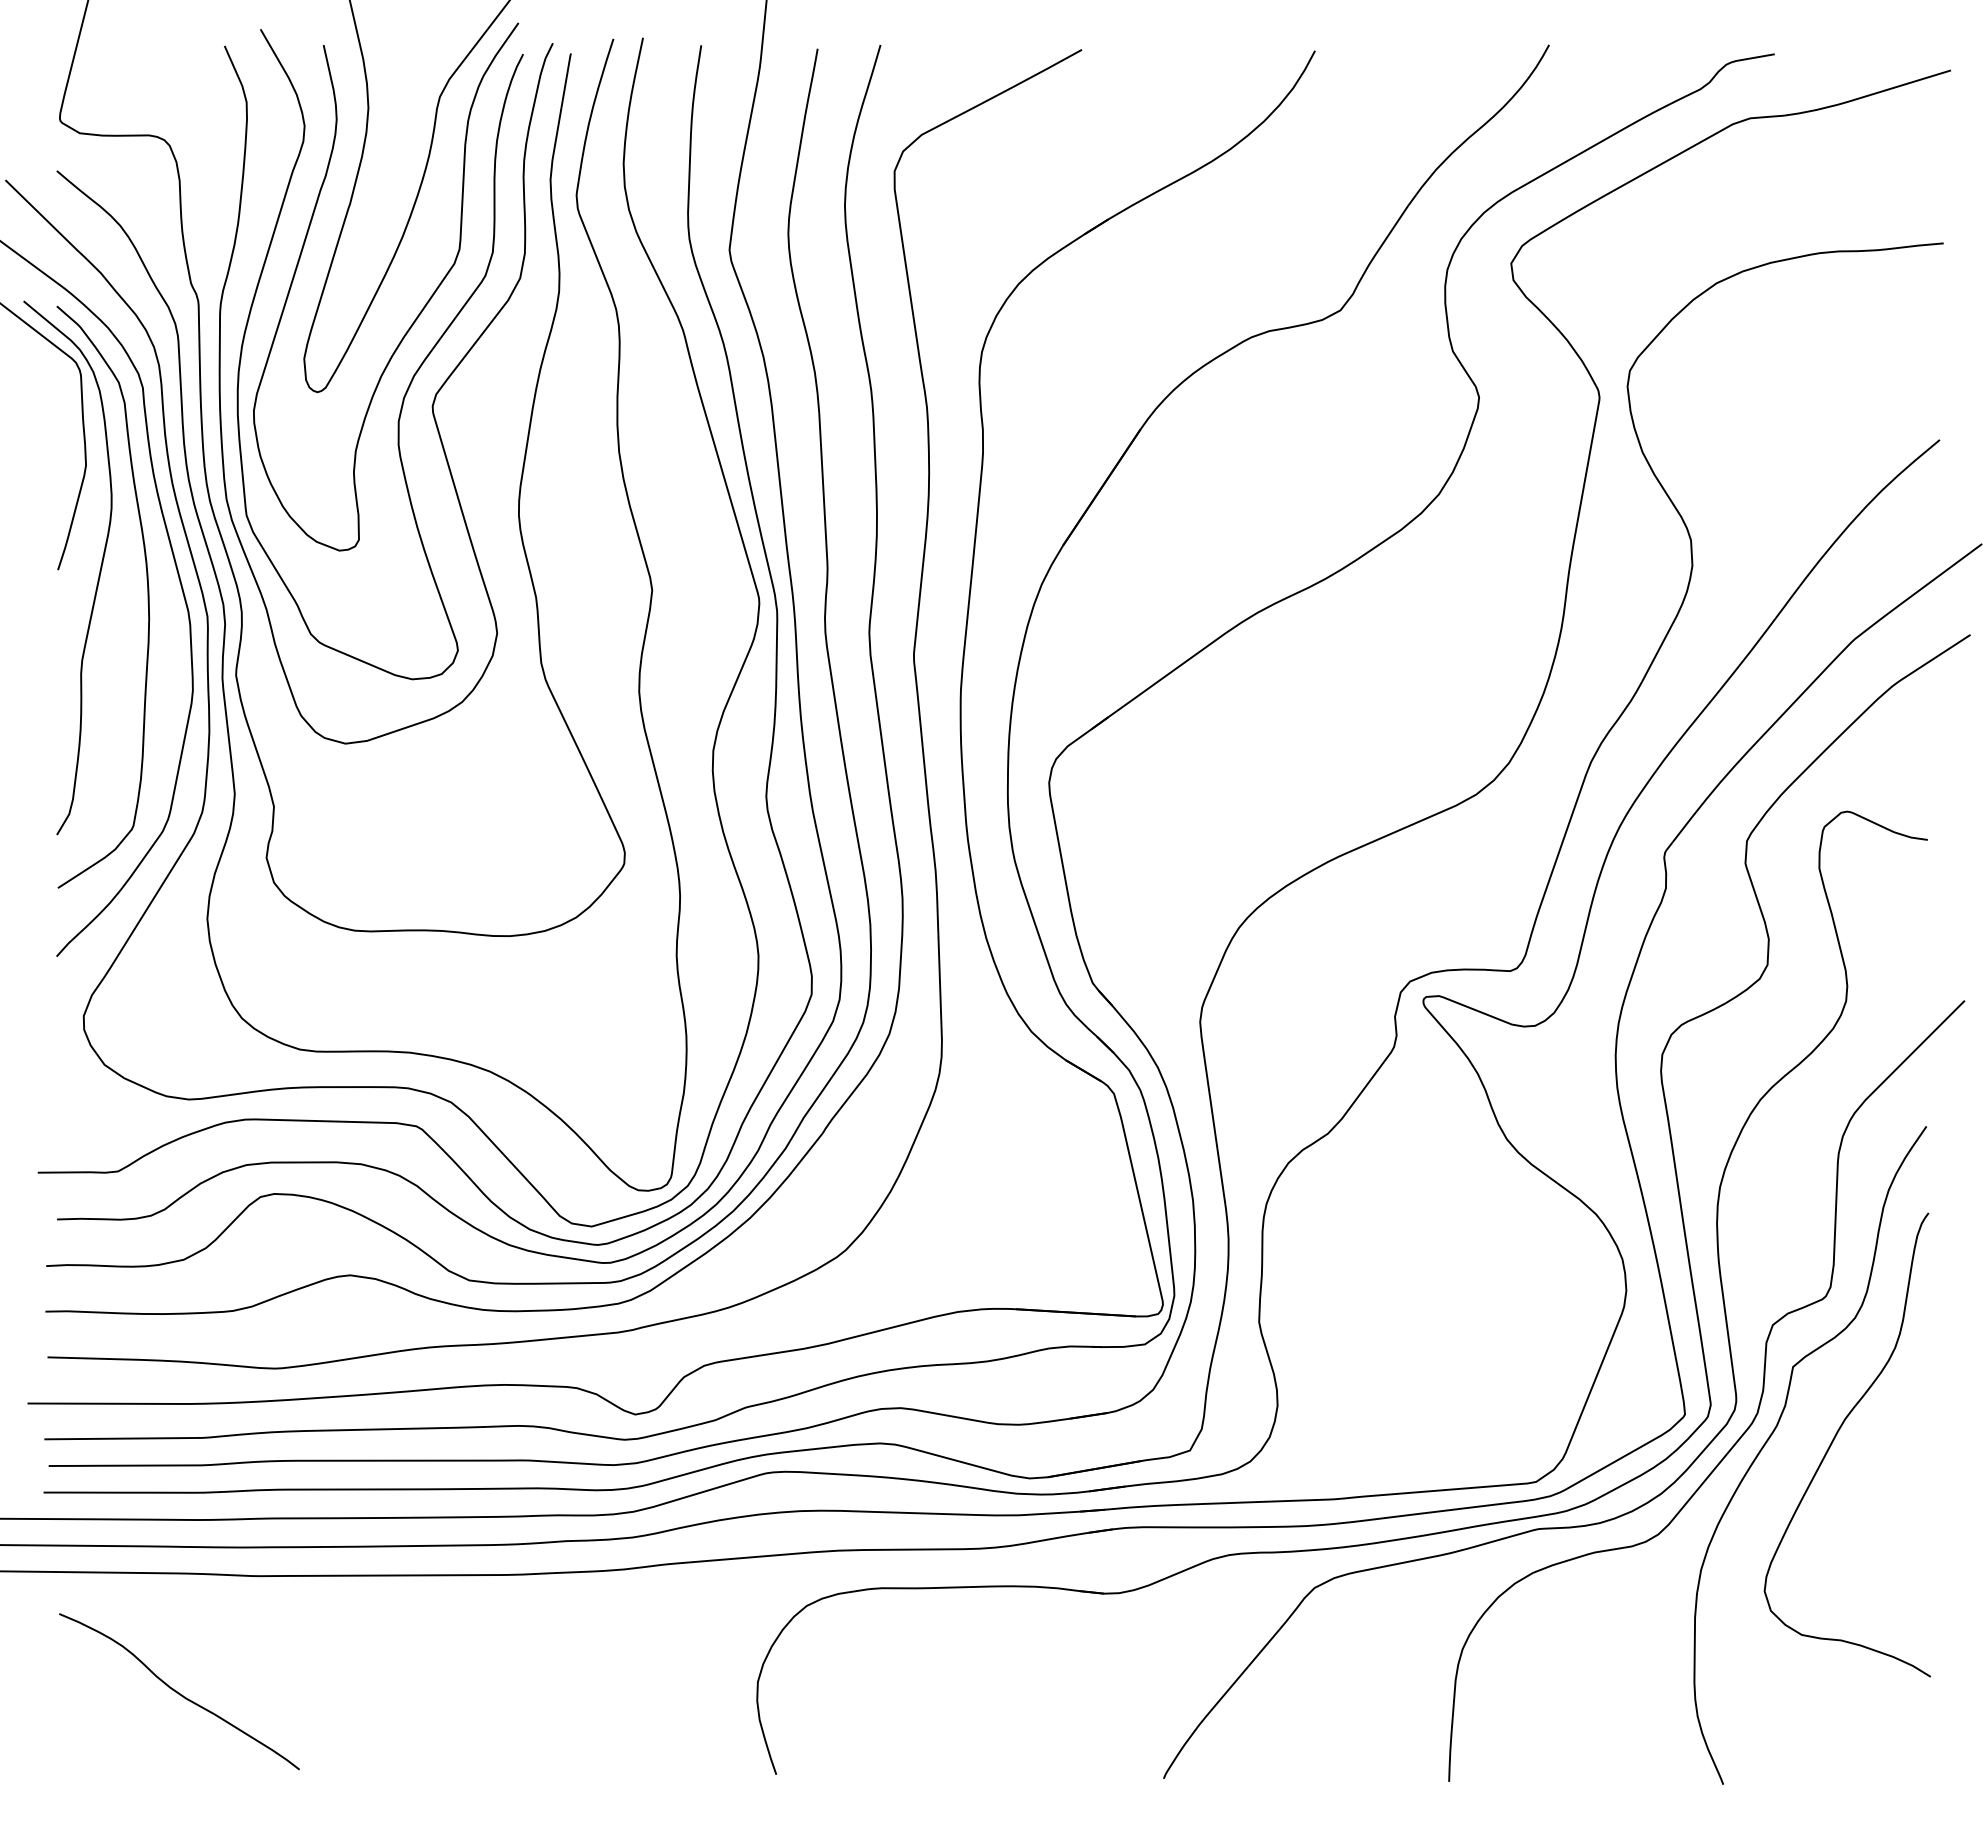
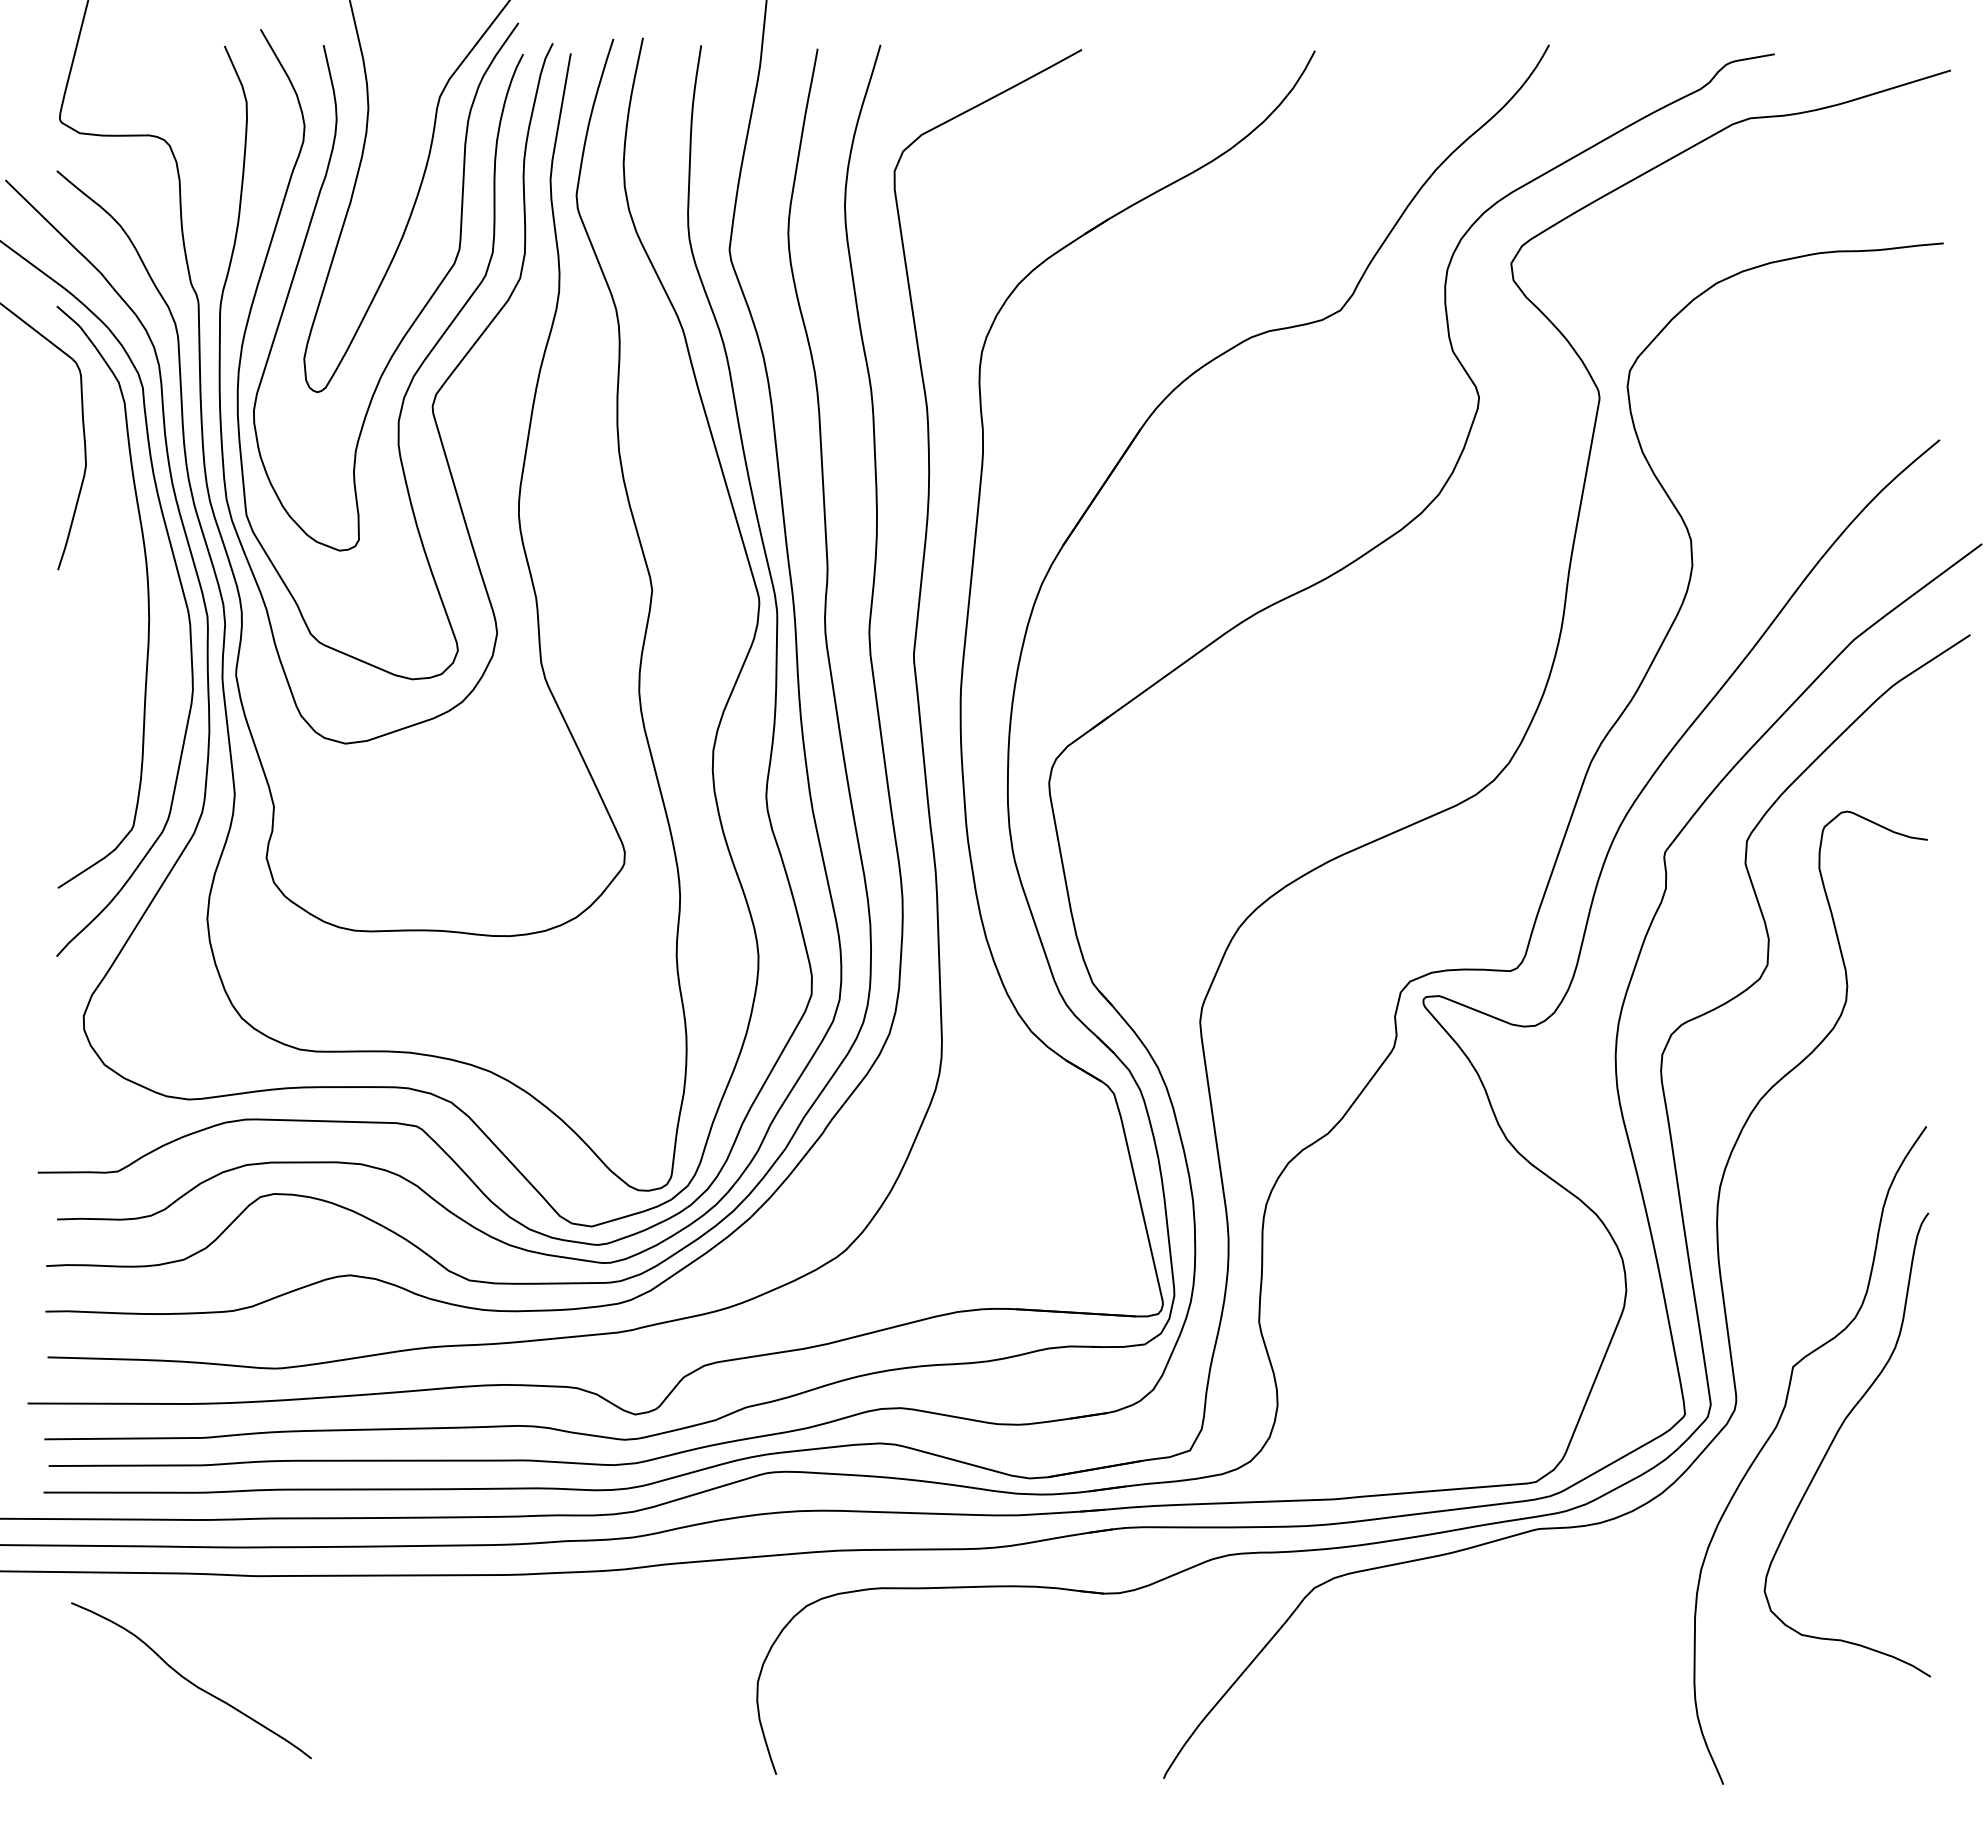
curve at (98, 575): present -> none
curve at (1758, 1404): present -> none
curve at (179, 1692) position: (179, 1692) -> (191, 1681)
